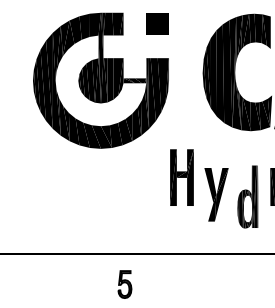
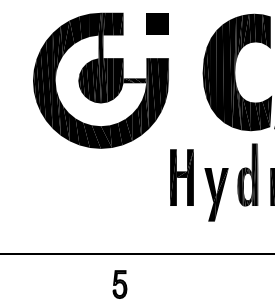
part at (247, 196) position: (247, 196) -> (247, 174)
part at (124, 284) position: (124, 284) -> (119, 284)
